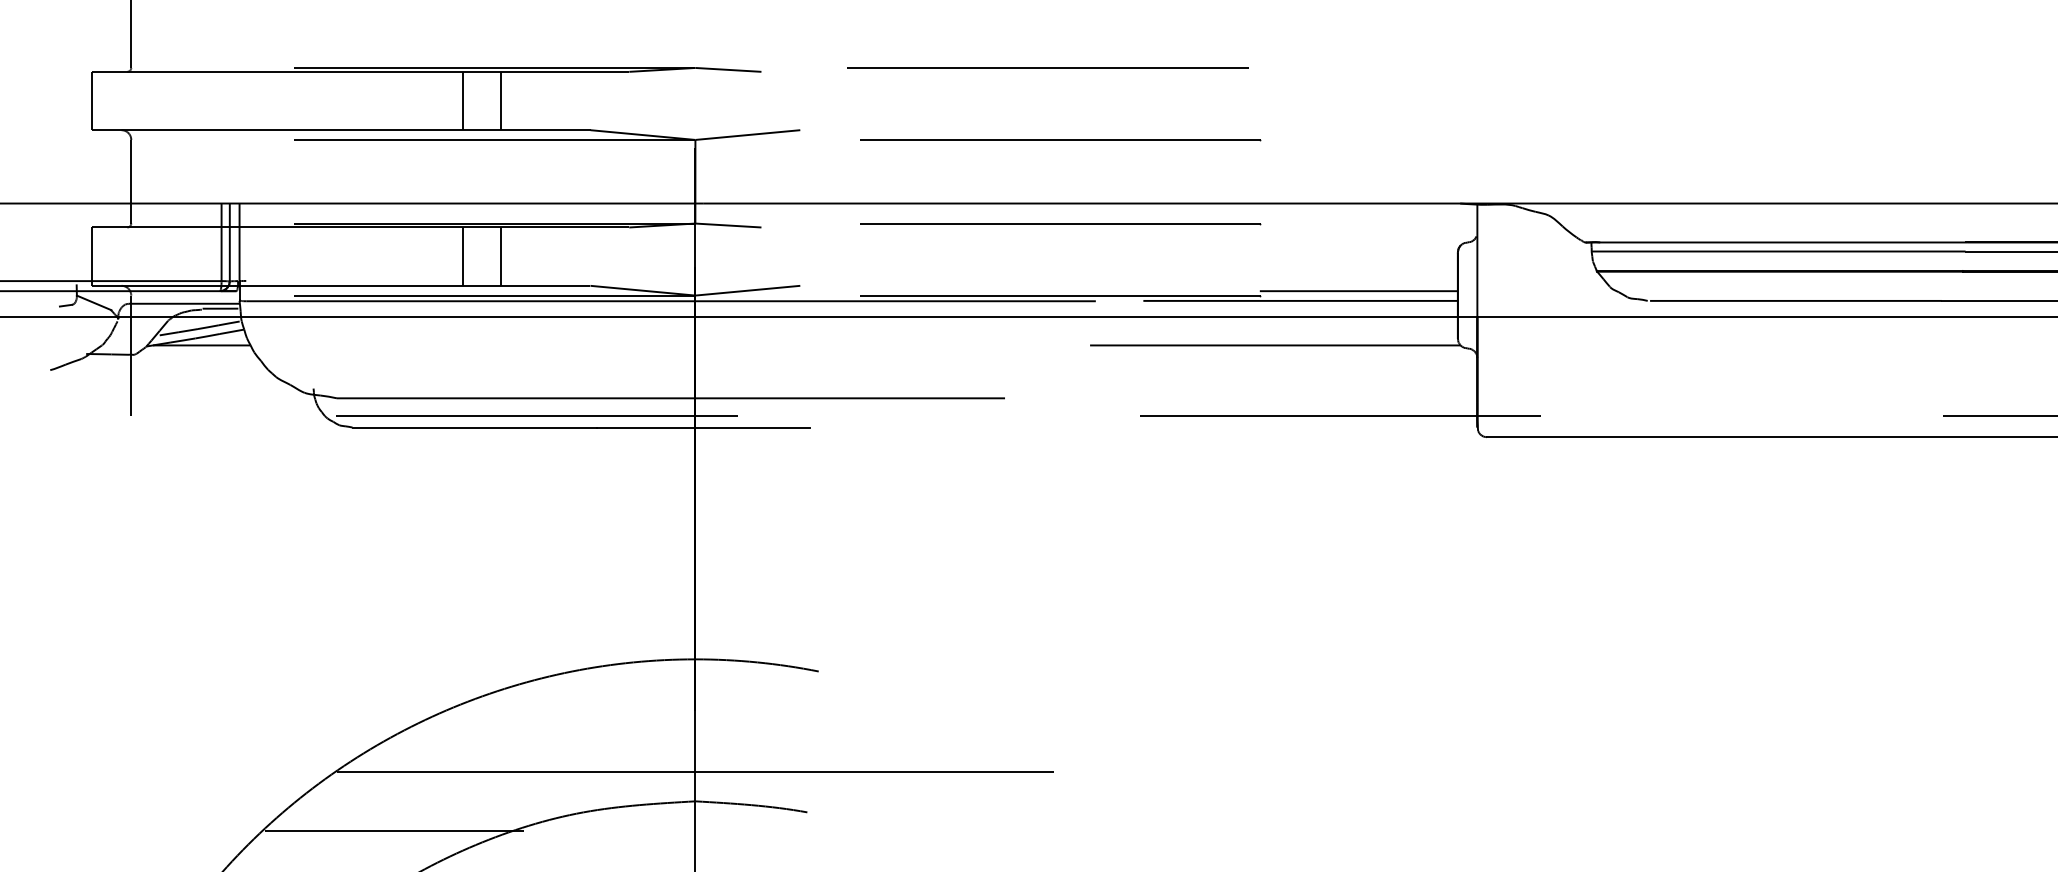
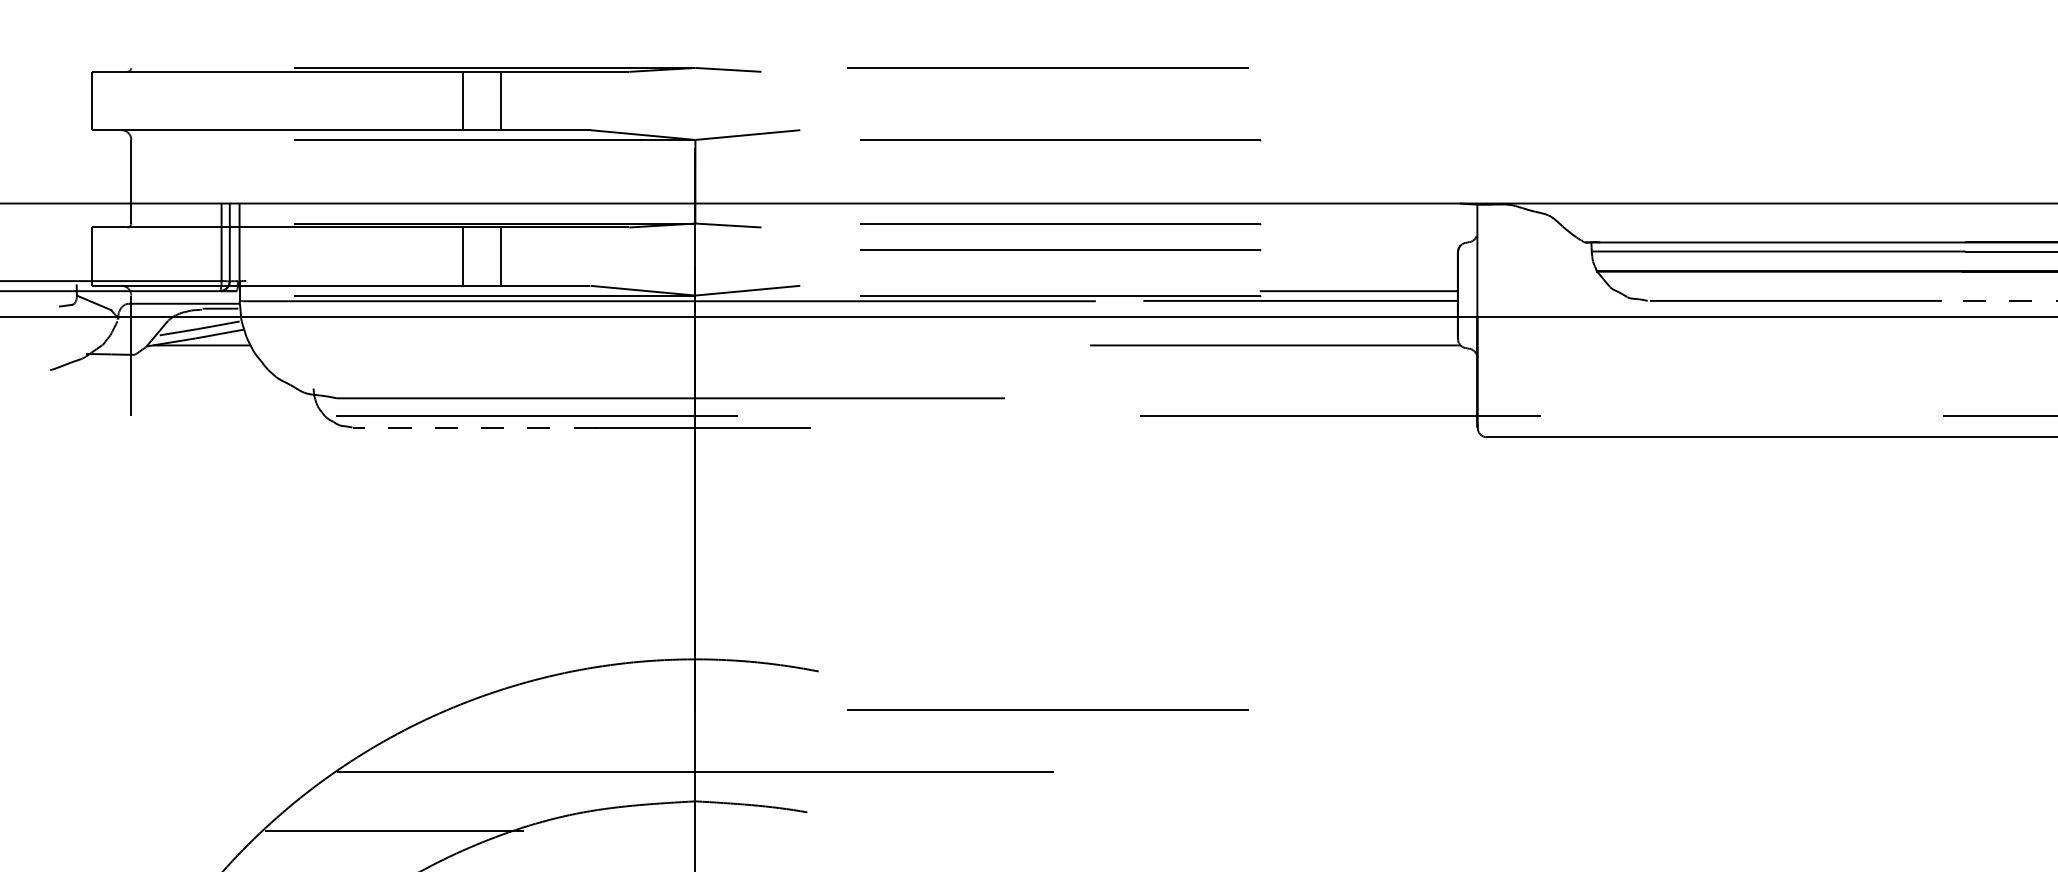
line at (131, 34): present -> none
line at (1060, 250): none -> present
line at (1999, 300): solid -> dashed
line at (474, 427): solid -> dashed
line at (1047, 709): none -> present
